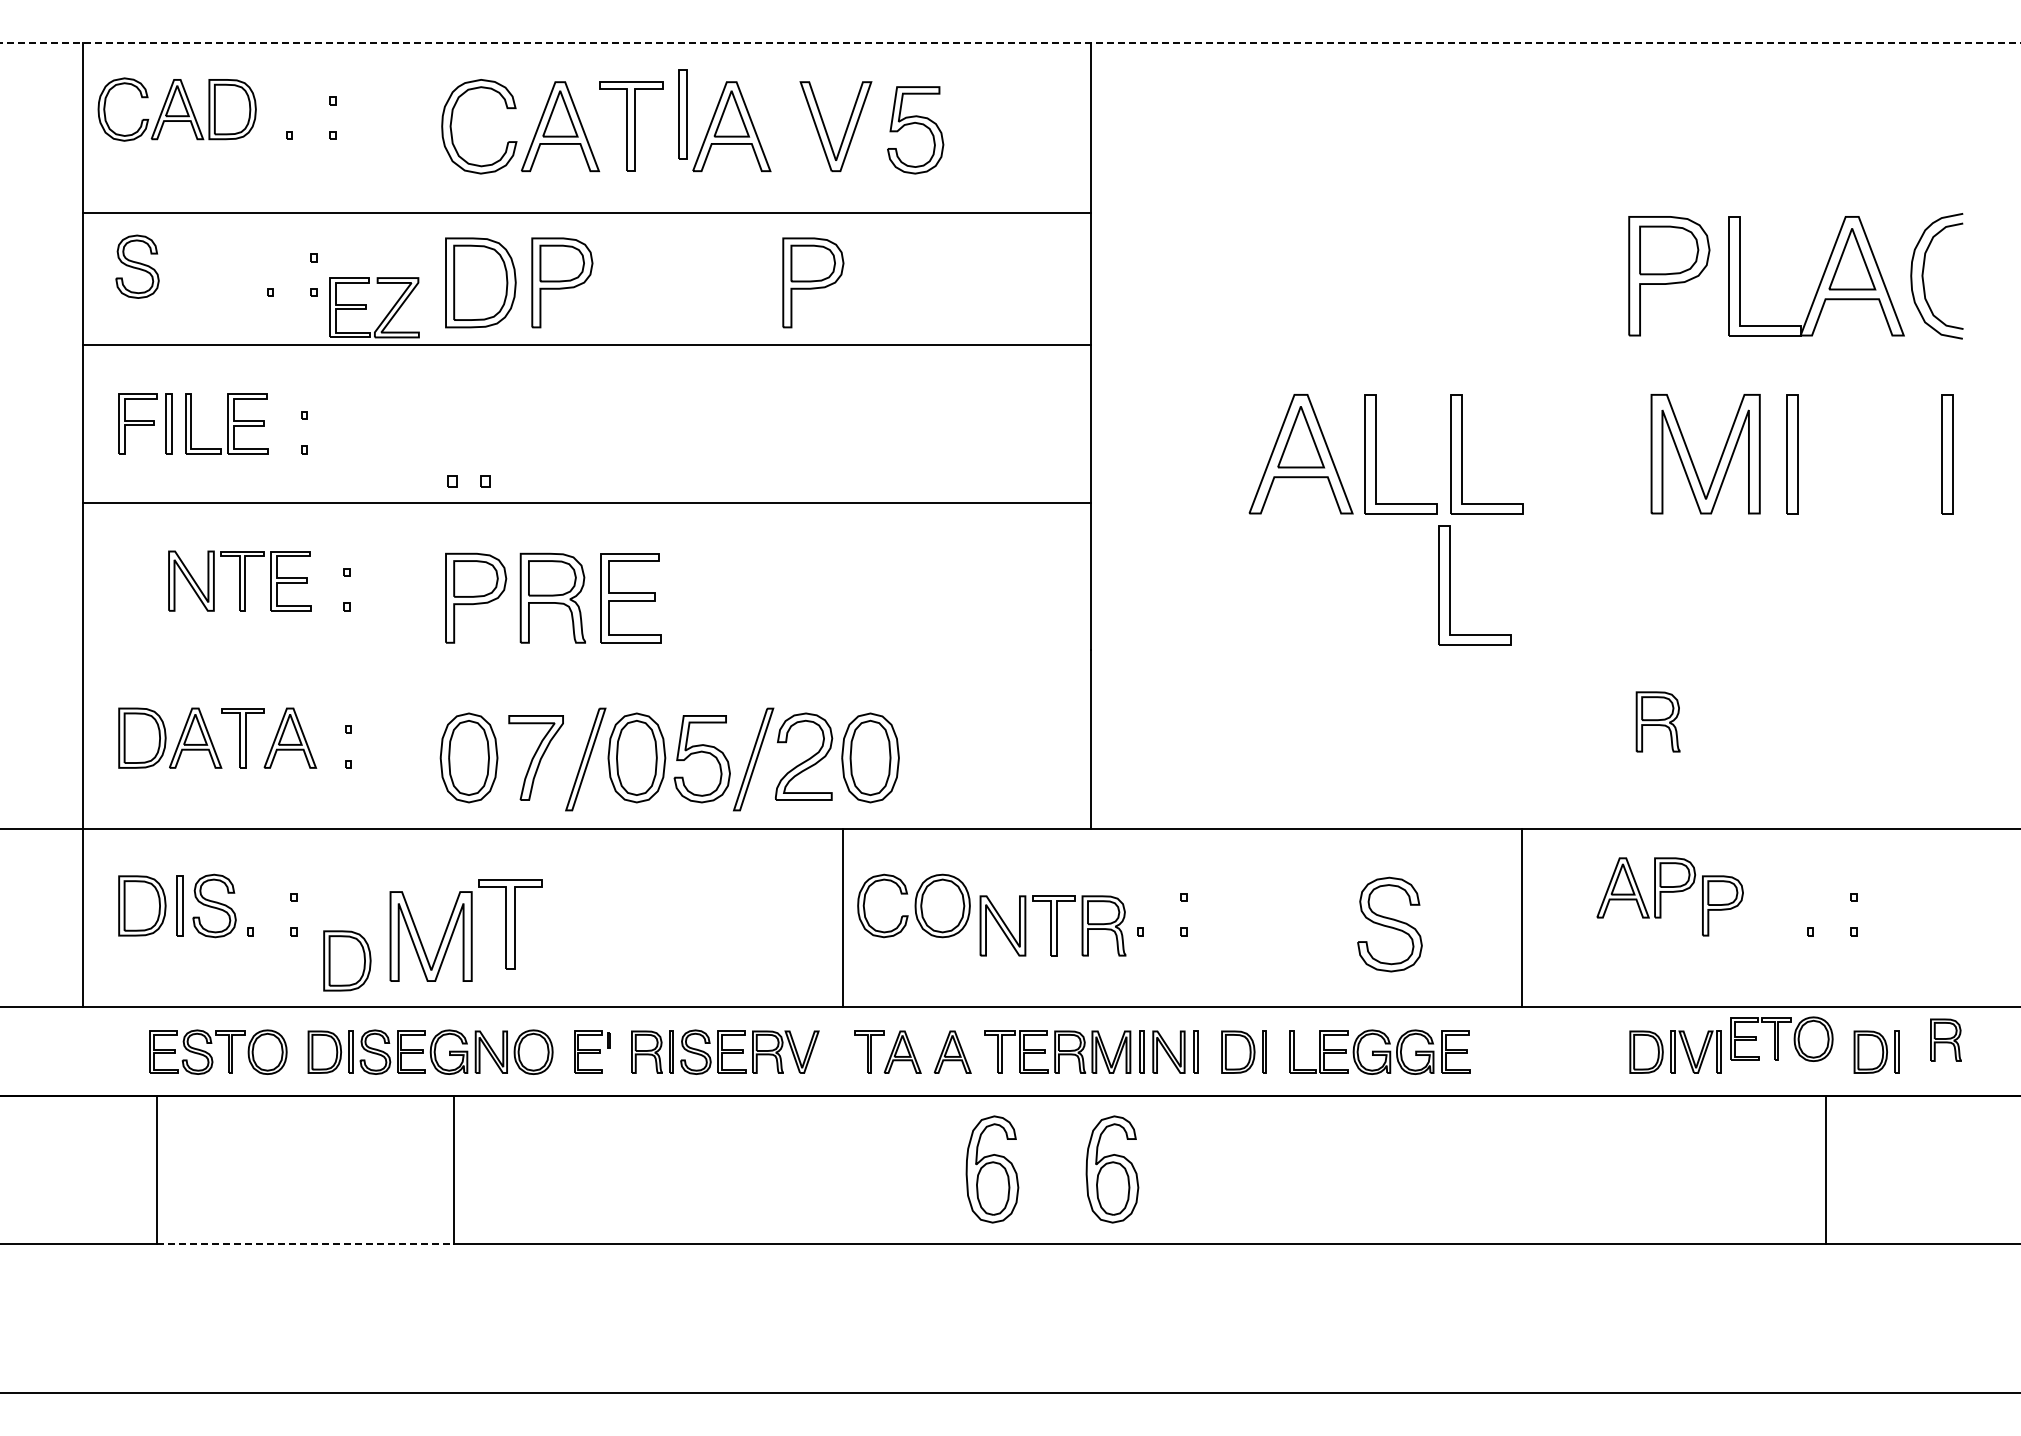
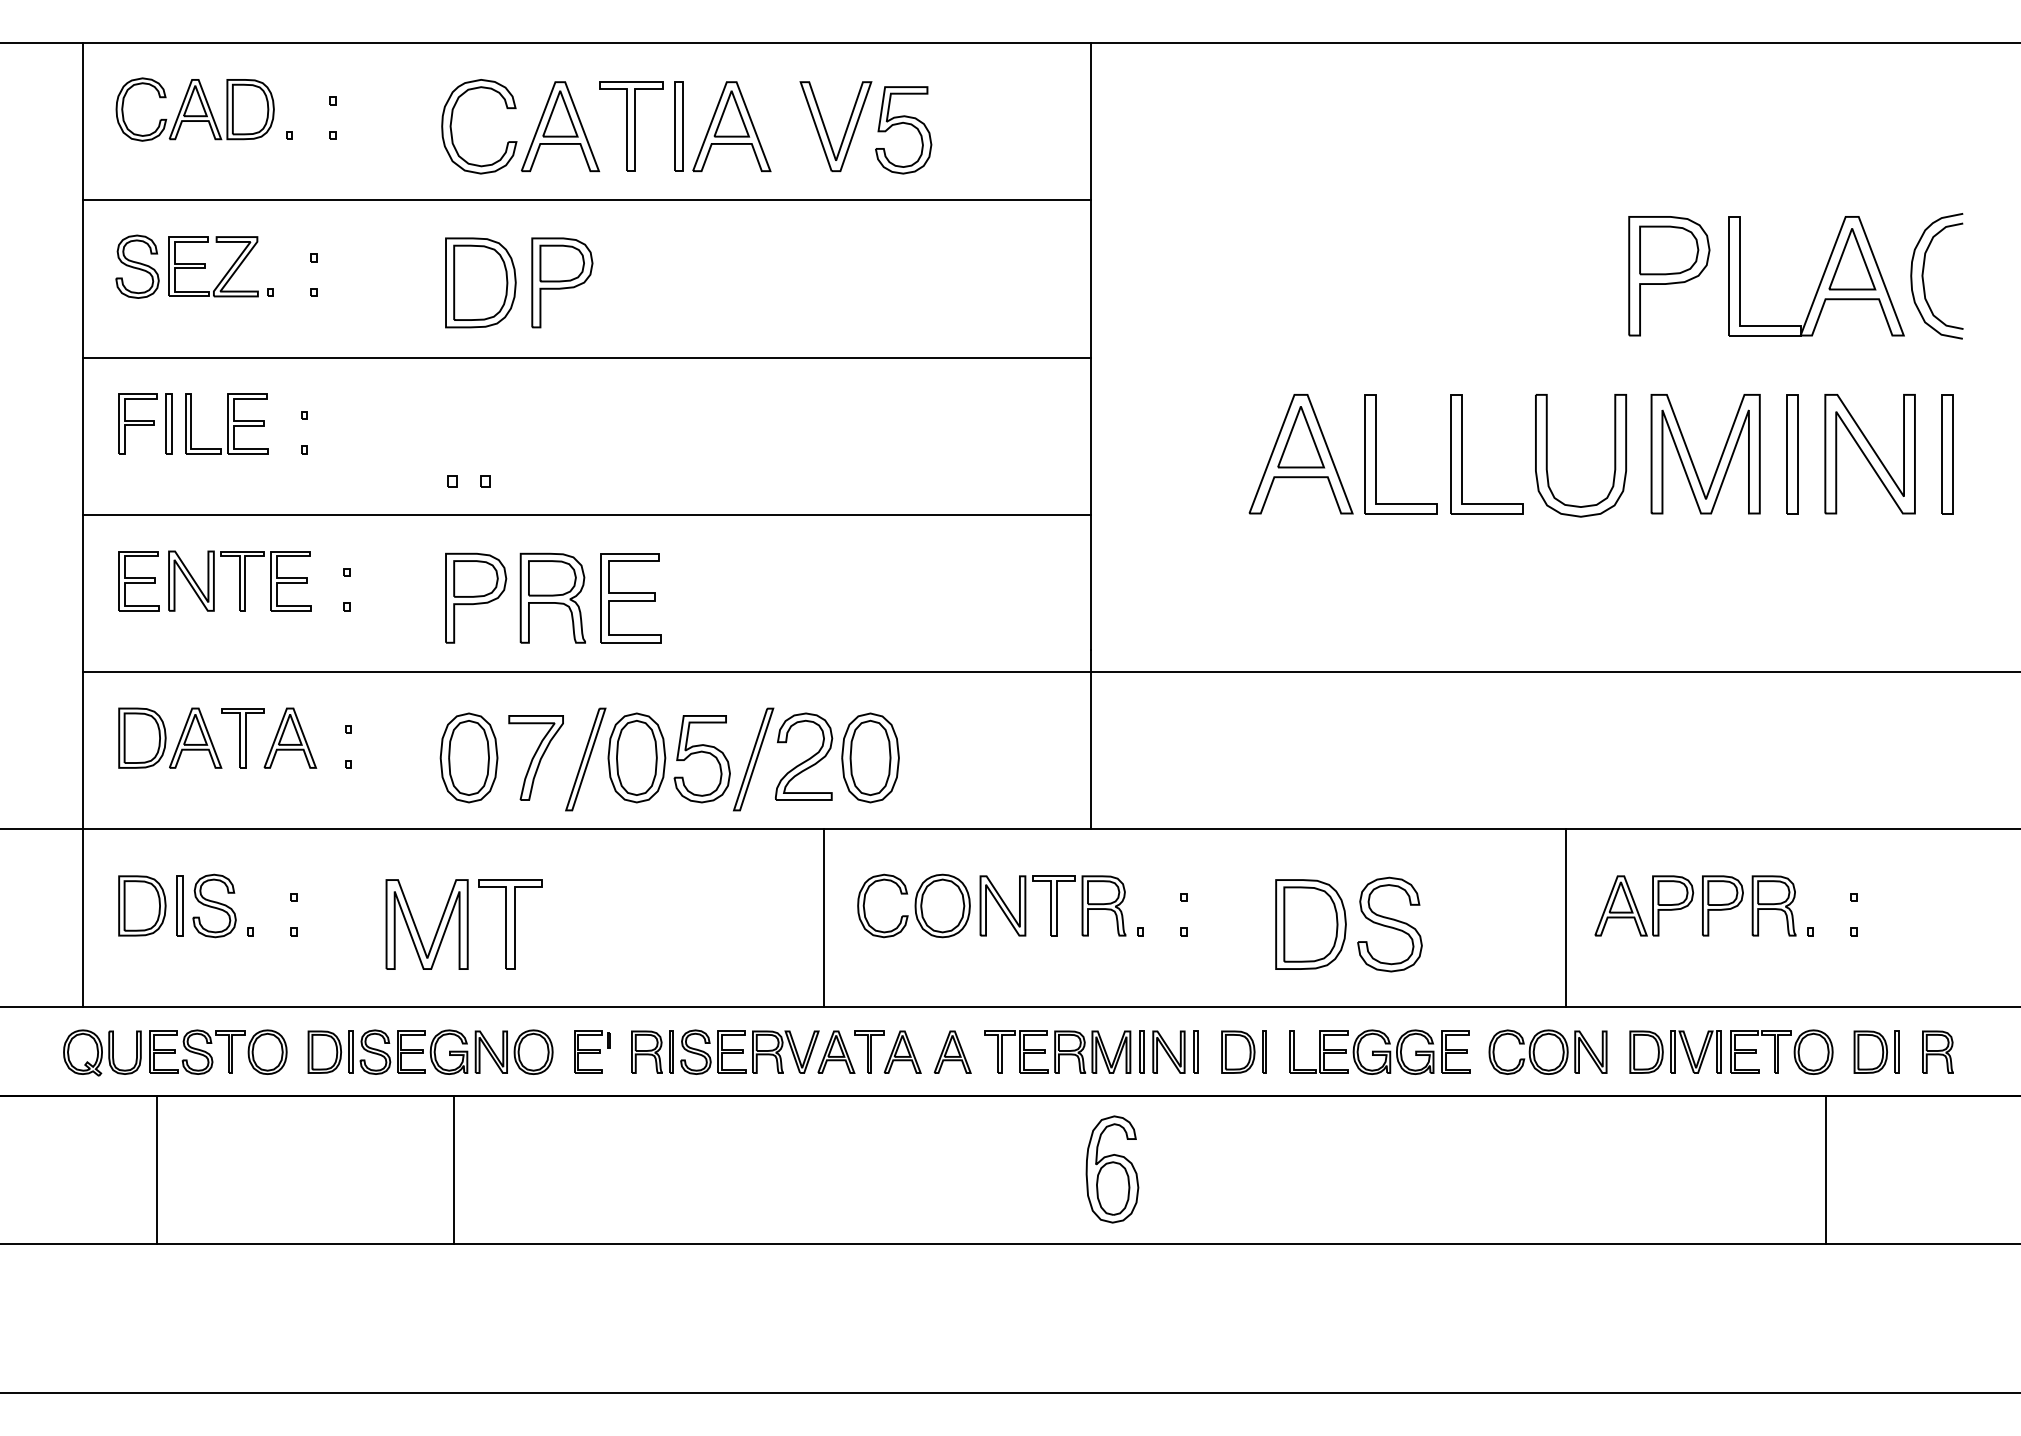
line at (1010, 43): dashed -> solid
part at (176, 109) position: (176, 109) -> (194, 109)
part at (682, 114) position: (682, 114) -> (678, 126)
part at (917, 124) position: (917, 124) -> (905, 124)
line at (586, 213) position: (586, 213) -> (586, 200)
part at (813, 282): present -> none
part at (366, 307) position: (366, 307) -> (205, 266)
line at (586, 344) position: (586, 344) -> (586, 357)
part at (1869, 454): none -> present
part at (1614, 455): none -> present
line at (586, 502) position: (586, 502) -> (586, 514)
part at (138, 581): none -> present
part at (1450, 585): present -> none
line at (1049, 672): none -> present
part at (1657, 721) position: (1657, 721) -> (1773, 905)
part at (1639, 889) position: (1639, 889) -> (1637, 907)
line at (843, 918) position: (843, 918) -> (824, 918)
line at (1521, 918) position: (1521, 918) -> (1565, 918)
part at (1310, 924): none -> present
part at (1052, 925) position: (1052, 925) -> (1052, 905)
part at (421, 940) position: (421, 940) -> (417, 928)
part at (347, 960): present -> none
part at (1781, 1038) position: (1781, 1038) -> (1781, 1051)
part at (1945, 1039) position: (1945, 1039) -> (1937, 1051)
part at (836, 1051): none -> present
part at (1547, 1051): none -> present
part at (102, 1052): none -> present
part at (992, 1169): present -> none
line at (305, 1244): dashed -> solid
